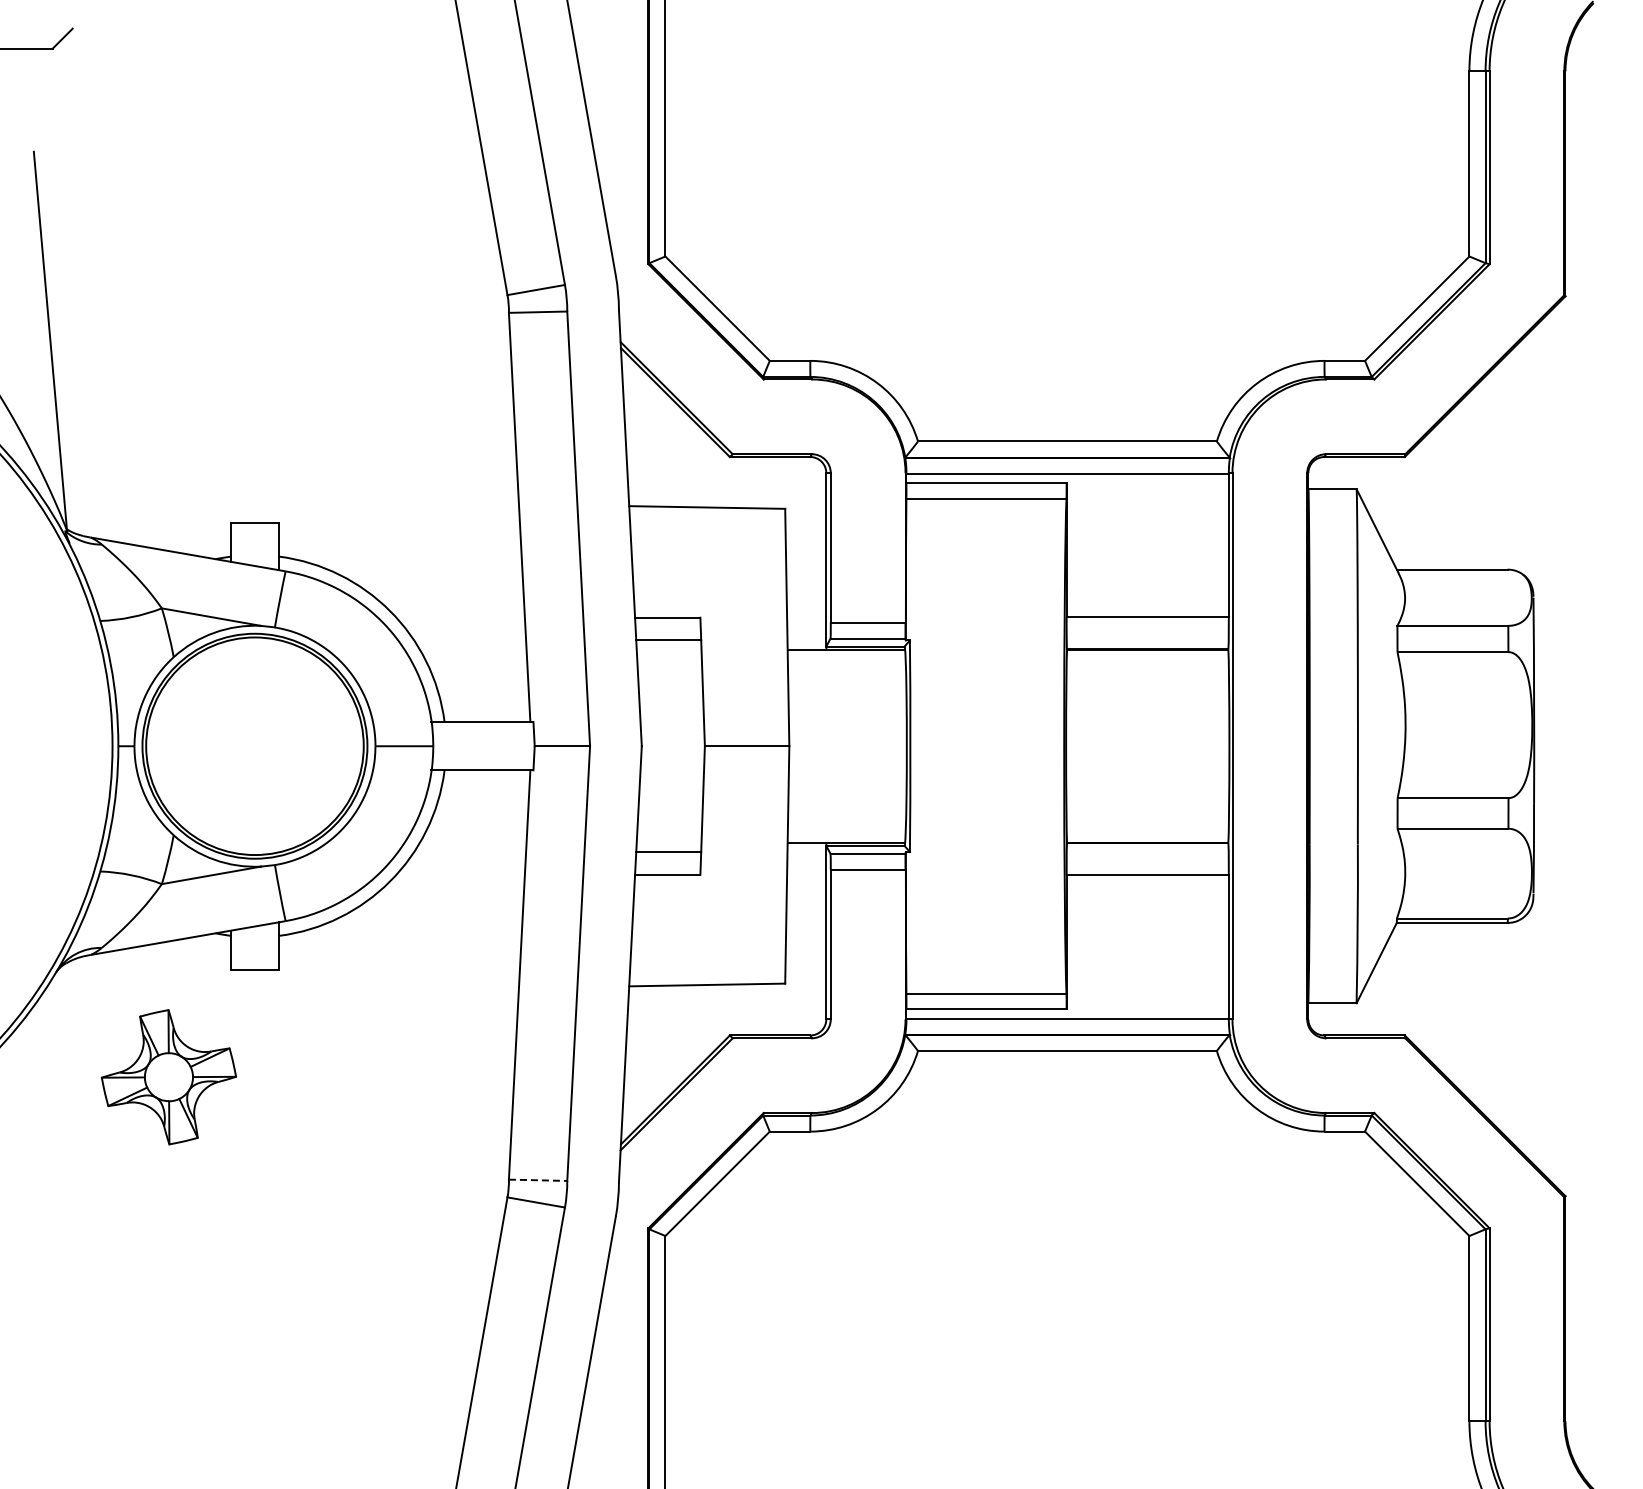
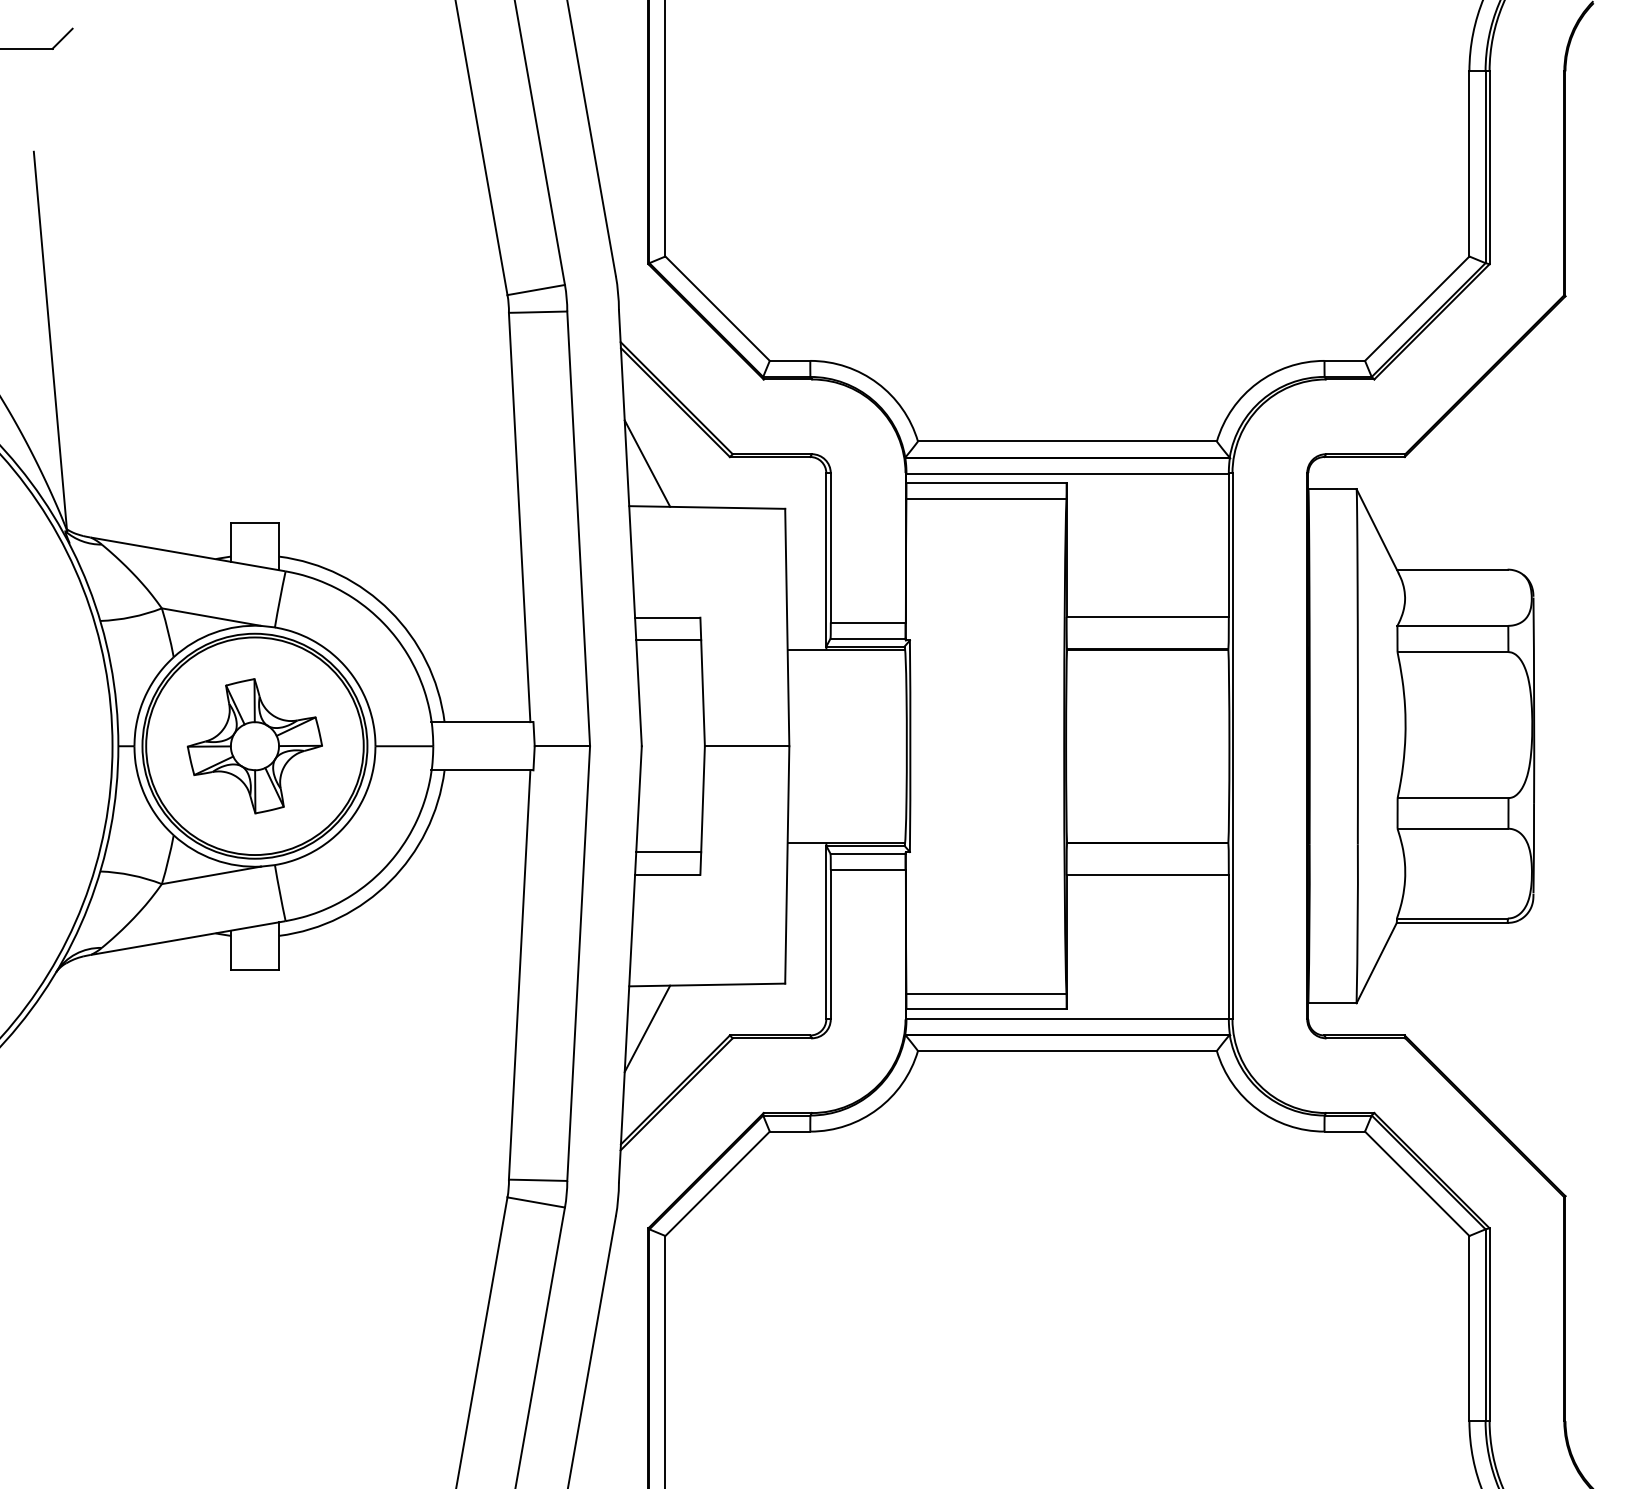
line at (647, 463): none -> present
line at (647, 1028): none -> present
part at (168, 1077) position: (168, 1077) -> (254, 746)
line at (537, 1180): dashed -> solid
